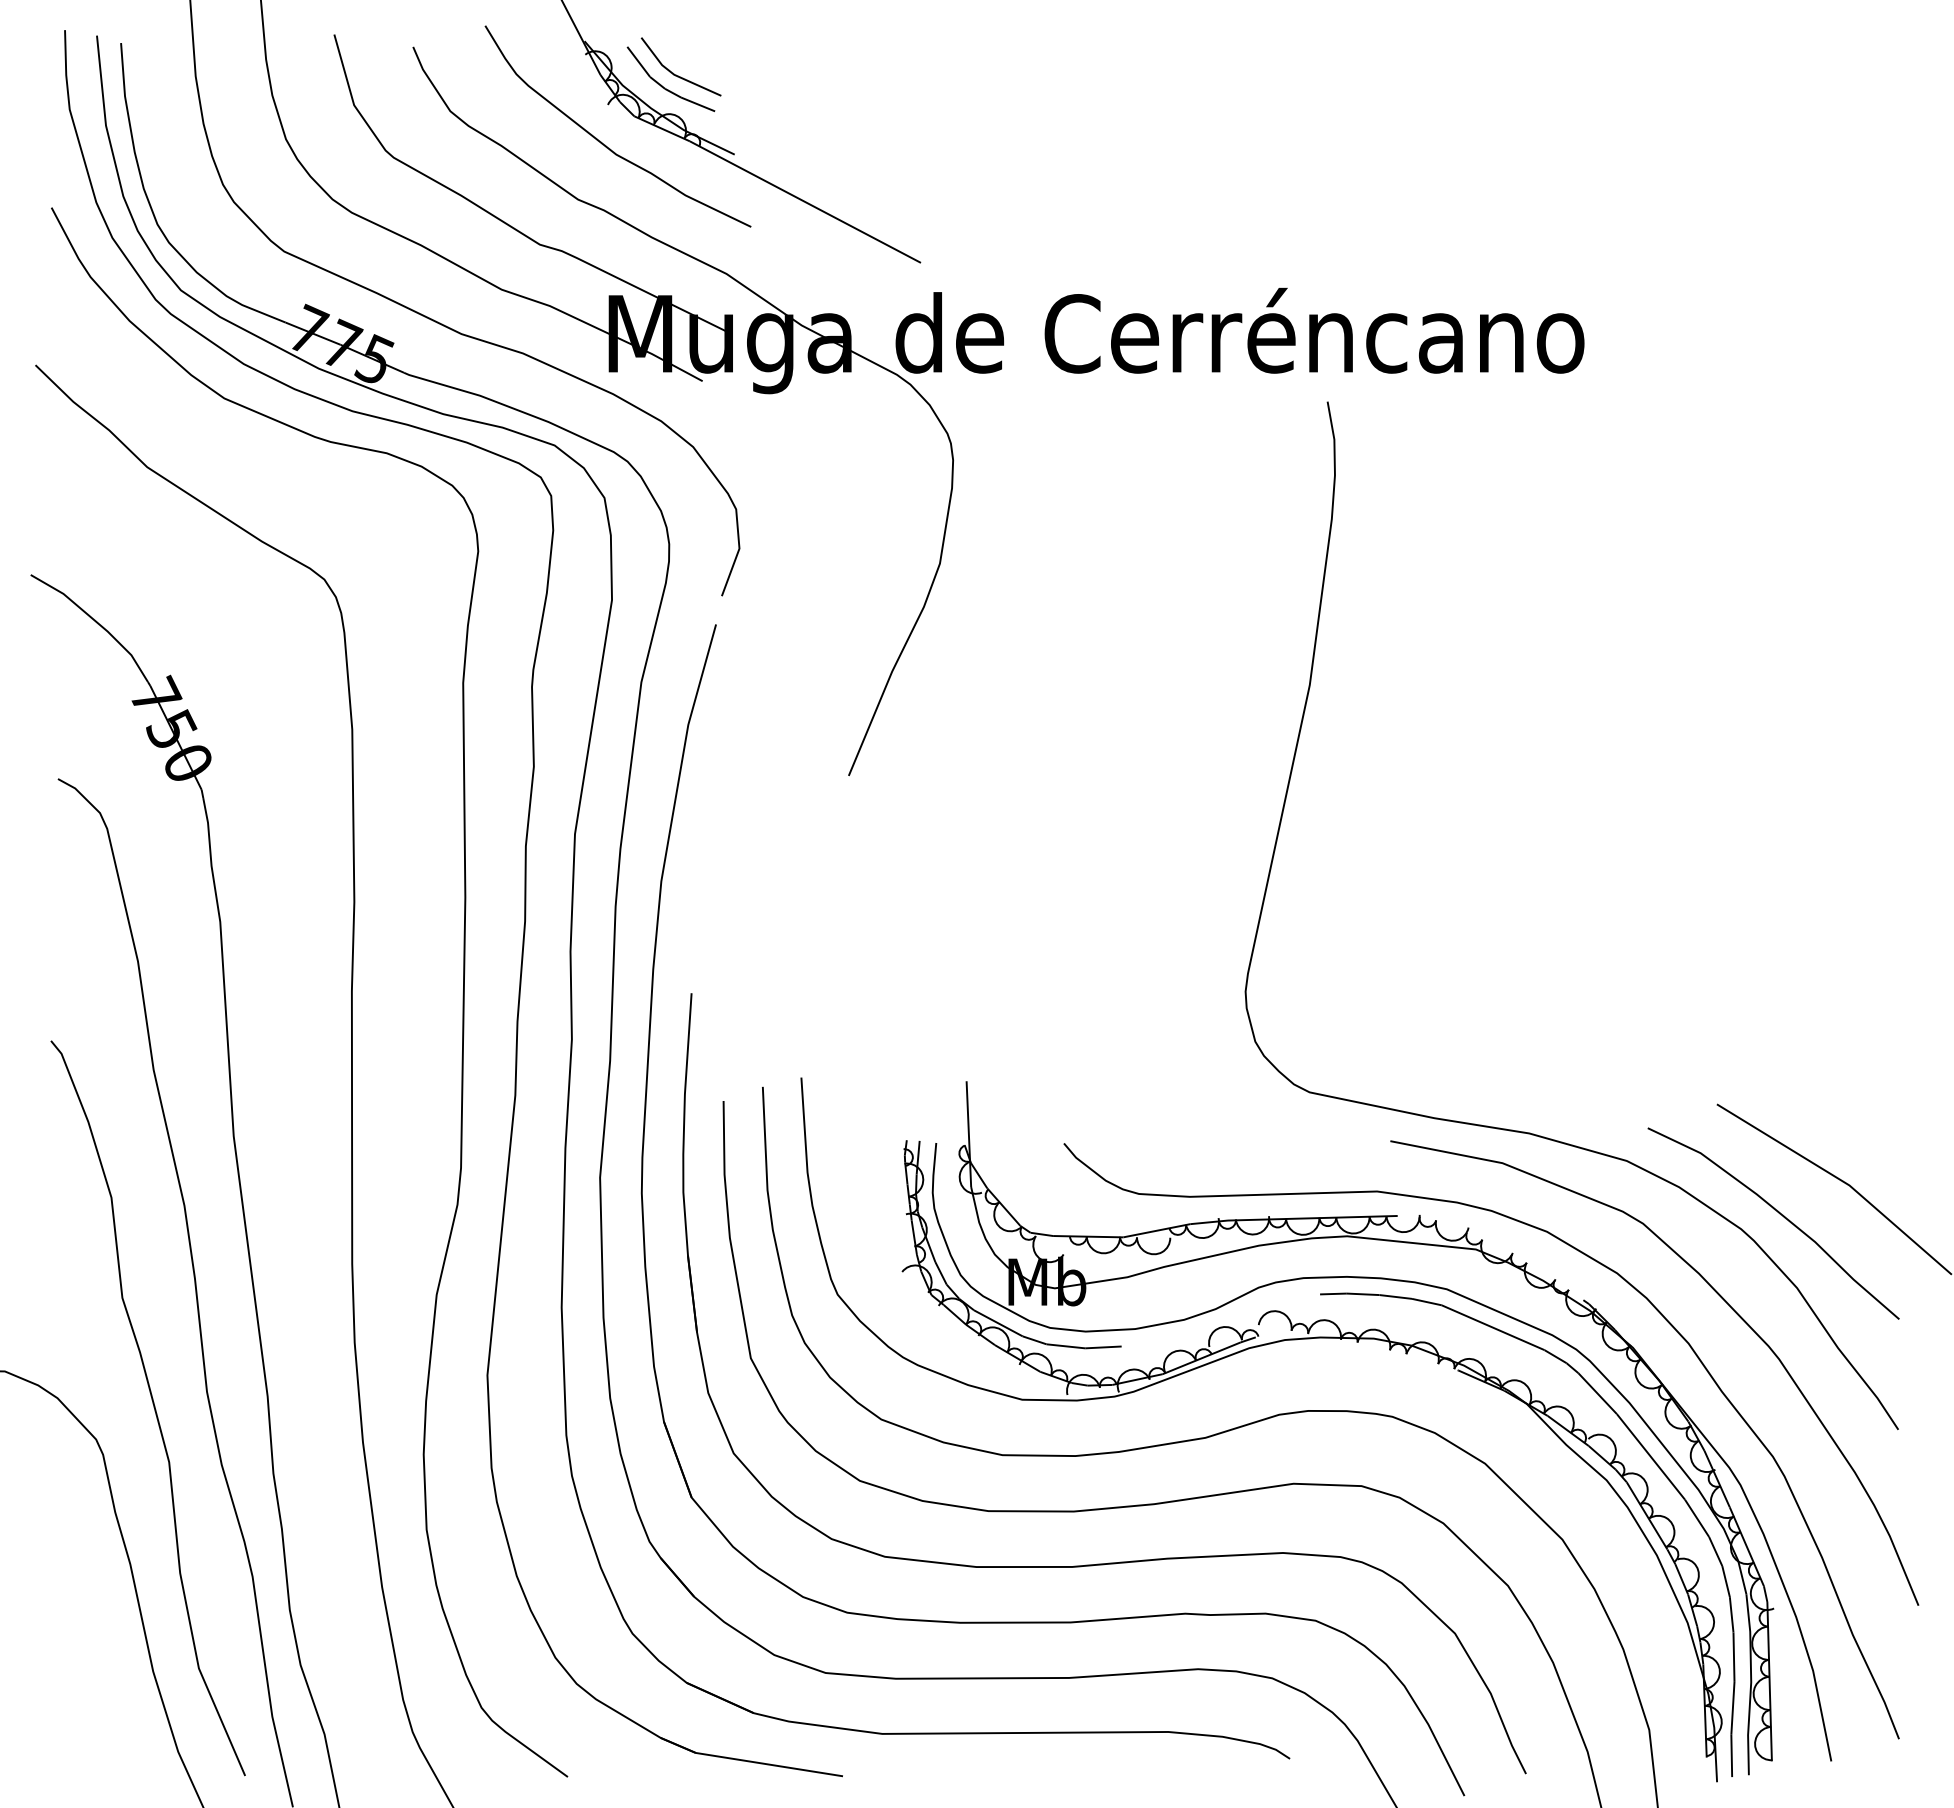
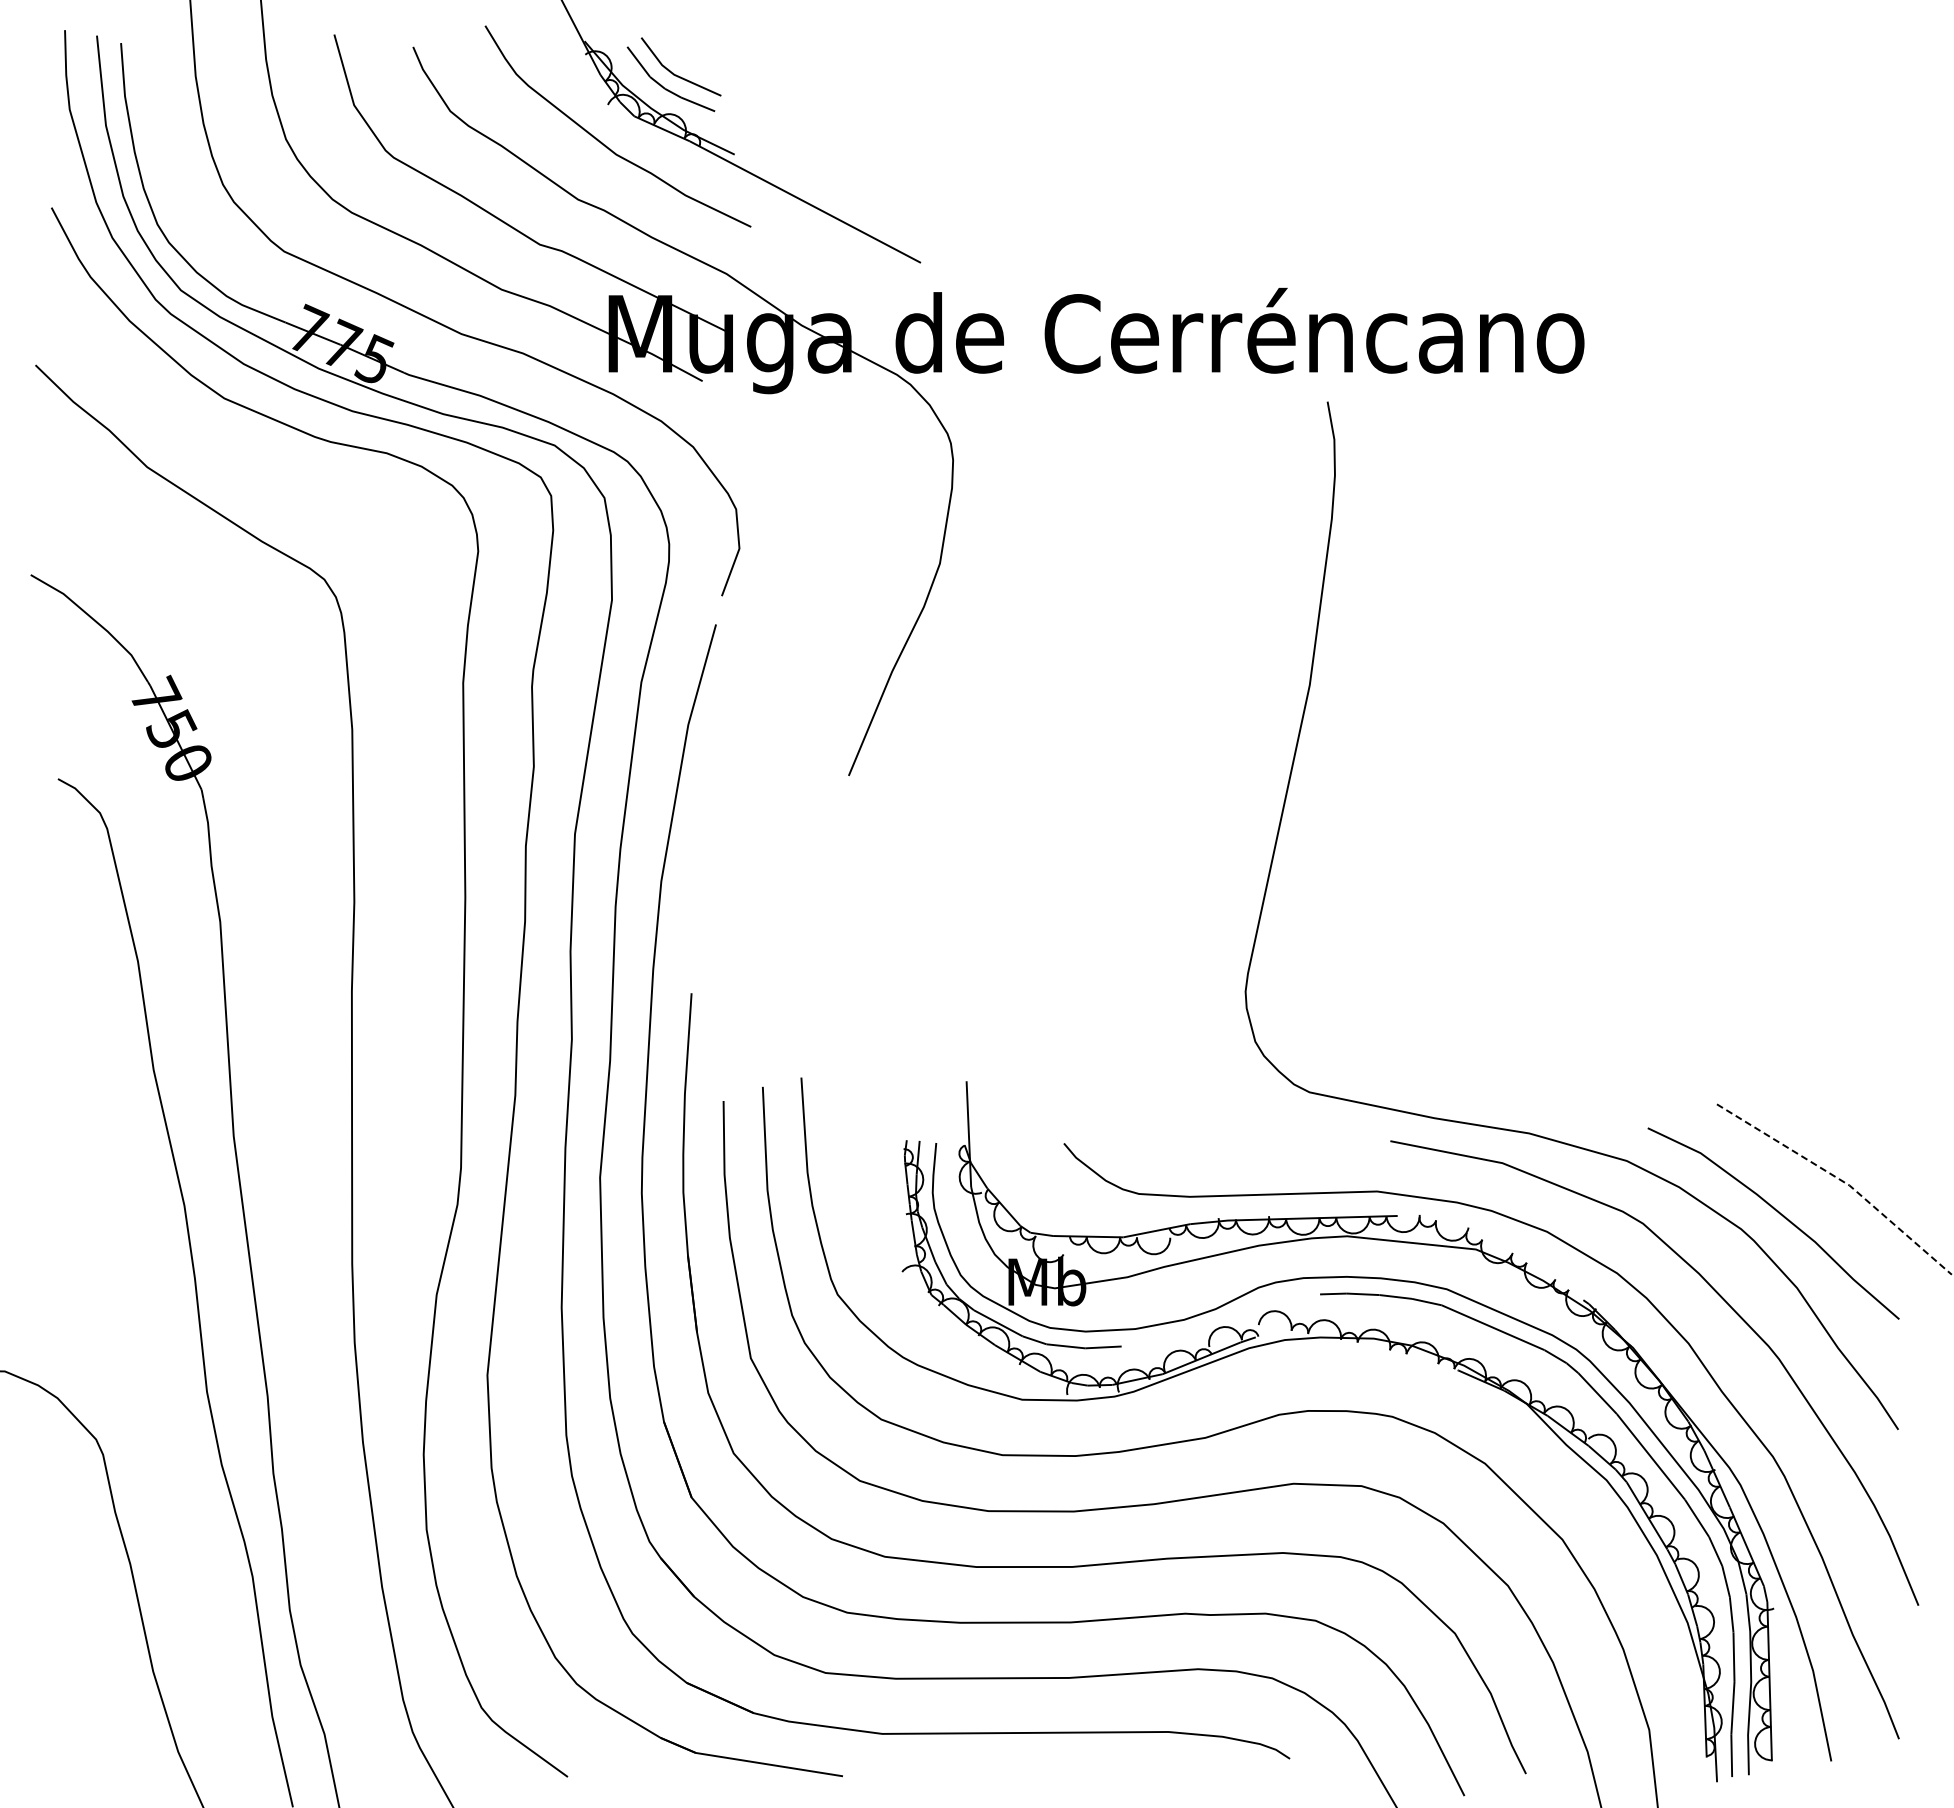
line at (1841, 1180): solid -> dashed
curve at (153, 1407): present -> none
